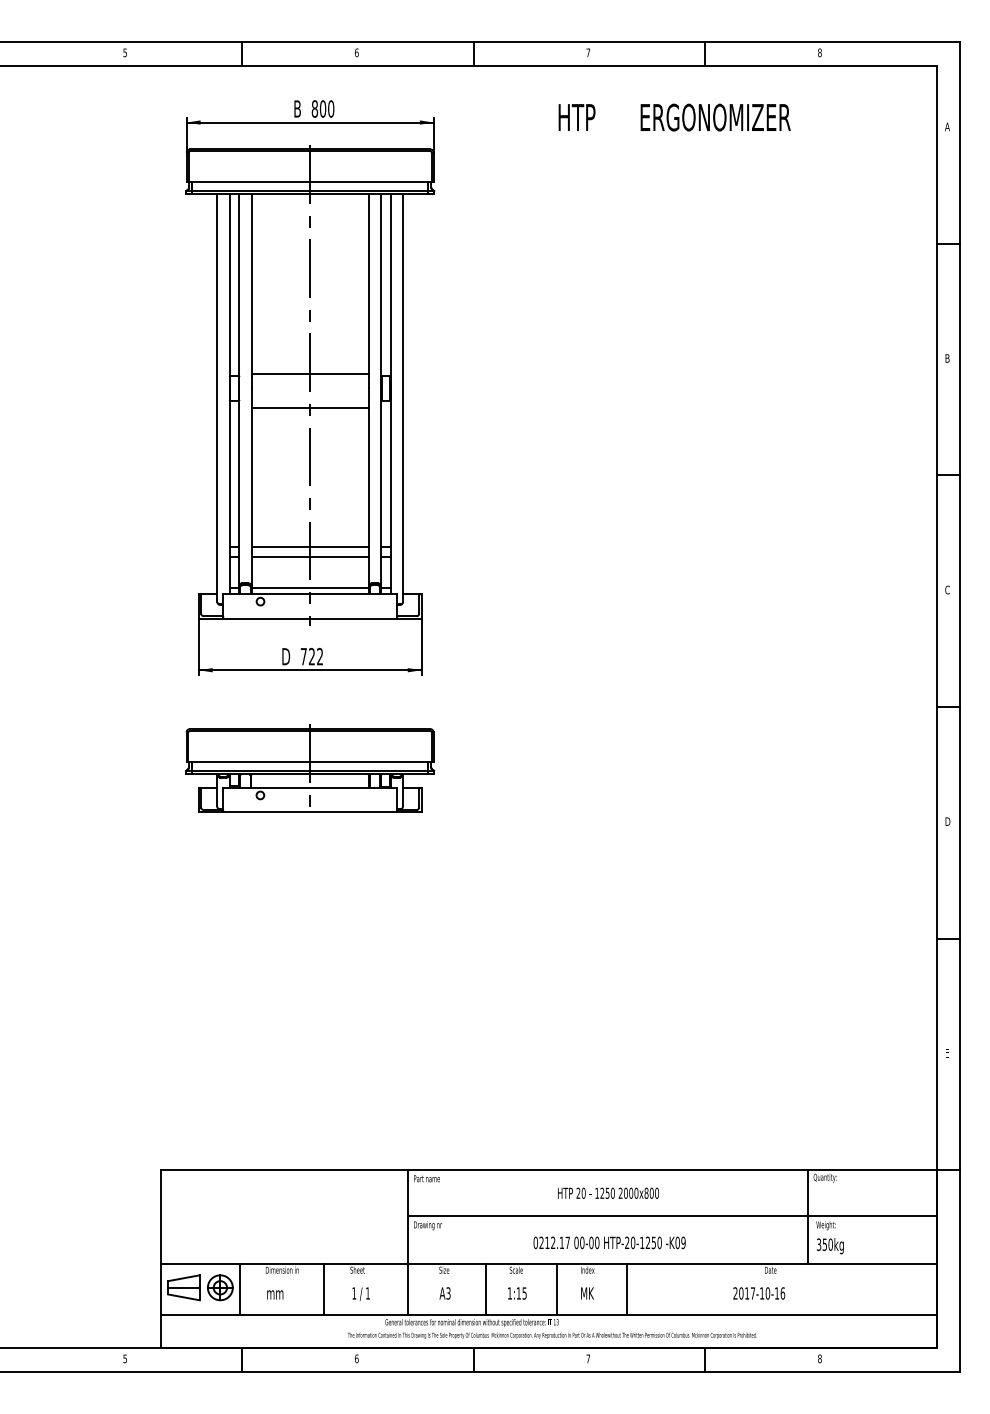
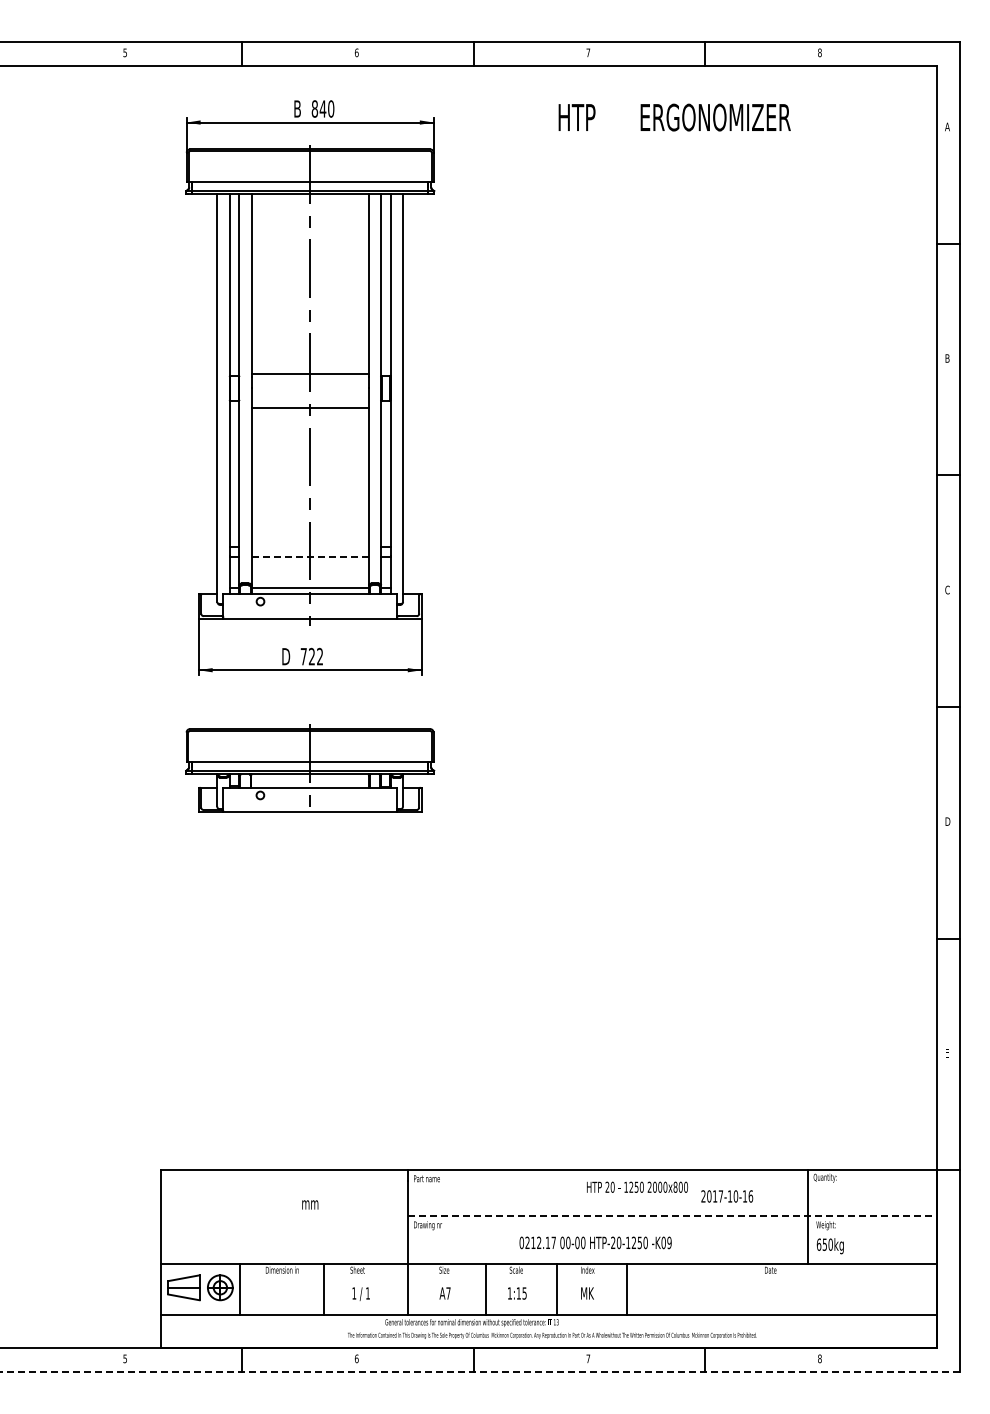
text at (322, 108): 800 -> 840
line at (309, 546): present -> none
line at (310, 557): solid -> dashed
text at (608, 1192) position: (608, 1192) -> (637, 1186)
line at (673, 1215): solid -> dashed
text at (609, 1242) position: (609, 1242) -> (595, 1242)
text at (818, 1244): 350kg -> 650kg
text at (448, 1293): A3 -> A7
text at (759, 1293) position: (759, 1293) -> (727, 1196)
text at (275, 1294) position: (275, 1294) -> (310, 1204)
line at (480, 1371): solid -> dashed
